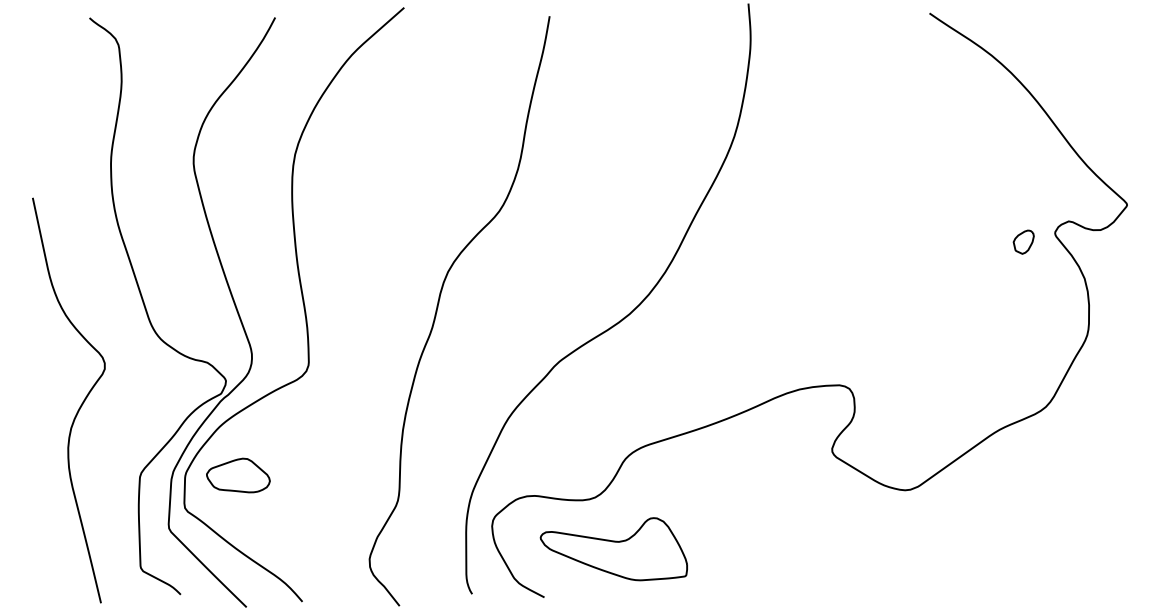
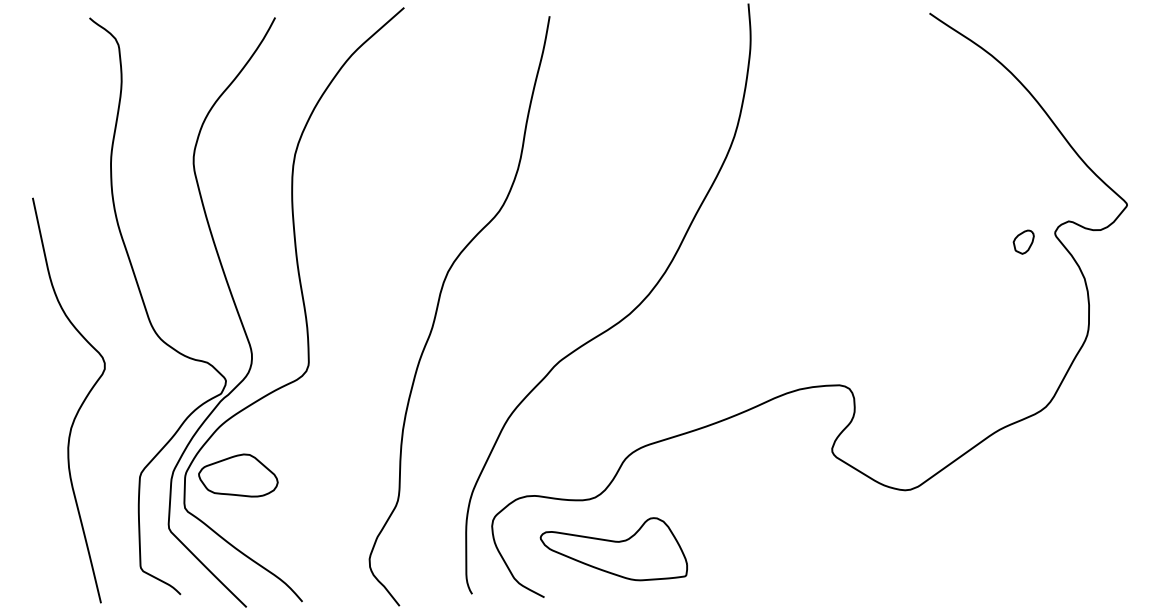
part at (238, 475) size: 65x37 px -> 81x45 px
